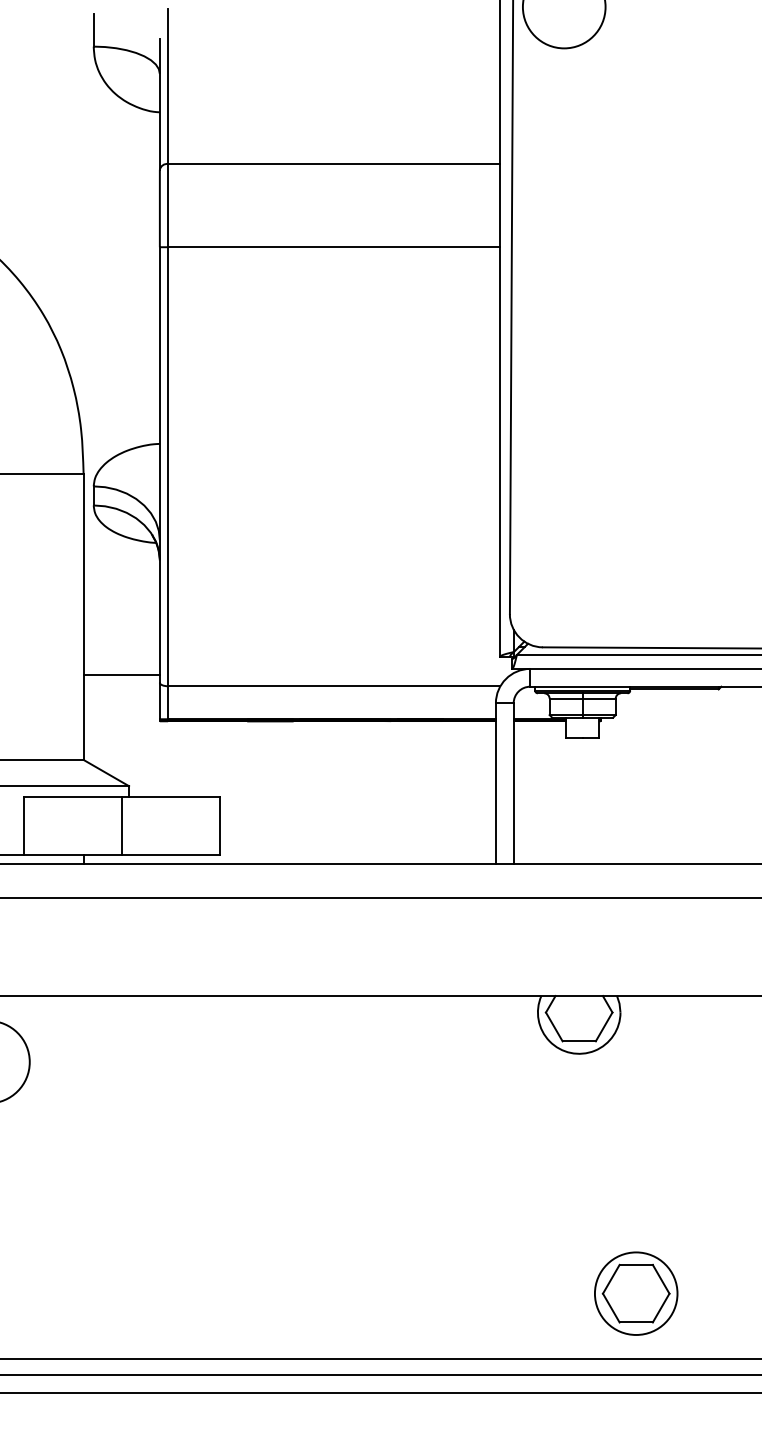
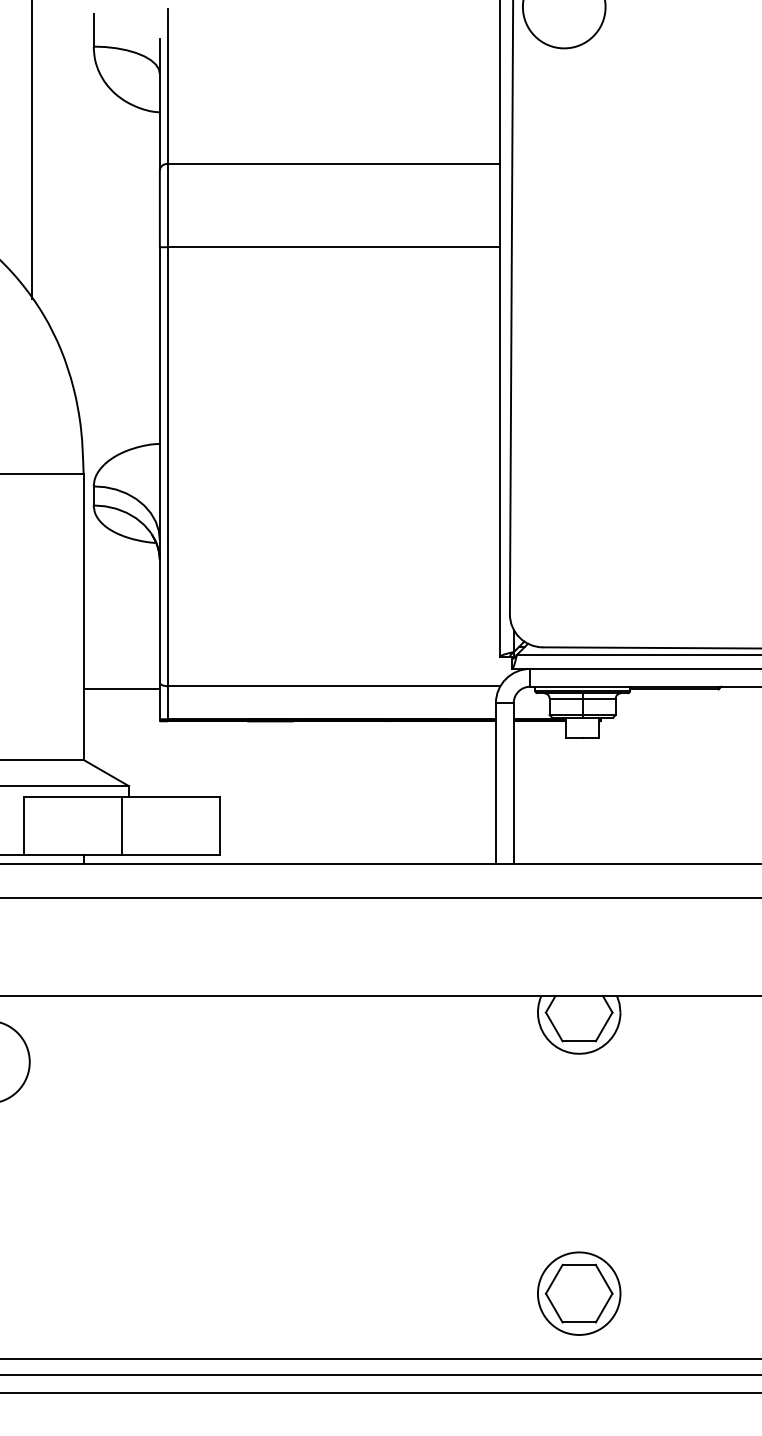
line at (31, 150): none -> present
line at (121, 675) position: (121, 675) -> (121, 689)
part at (636, 1293) position: (636, 1293) -> (579, 1293)
